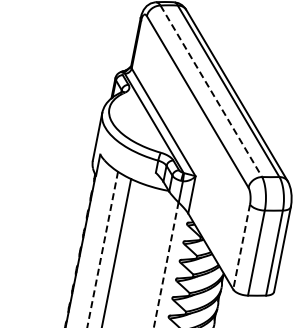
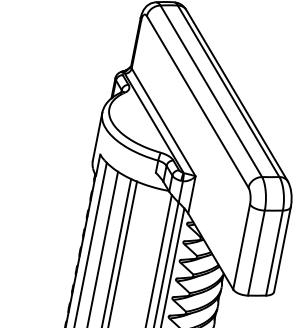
line at (211, 91): dashed -> solid
line at (90, 243): none -> present
line at (241, 247): dashed -> solid
line at (102, 250): dashed -> solid
line at (122, 252): none -> present
line at (158, 259): none -> present
line at (166, 264): dashed -> solid
line at (172, 266): none -> present
